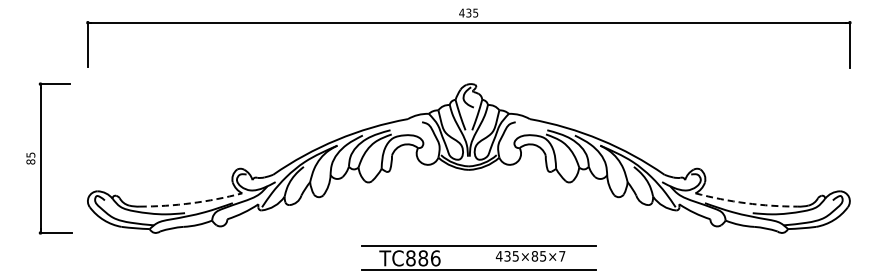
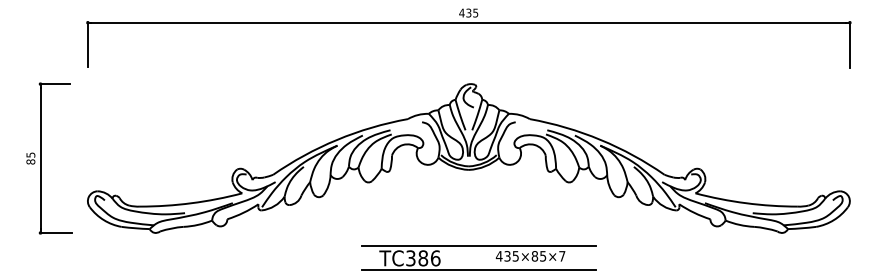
arc at (191, 203): dashed -> solid
arc at (746, 203): dashed -> solid
text at (410, 258): TC886 -> TC386
